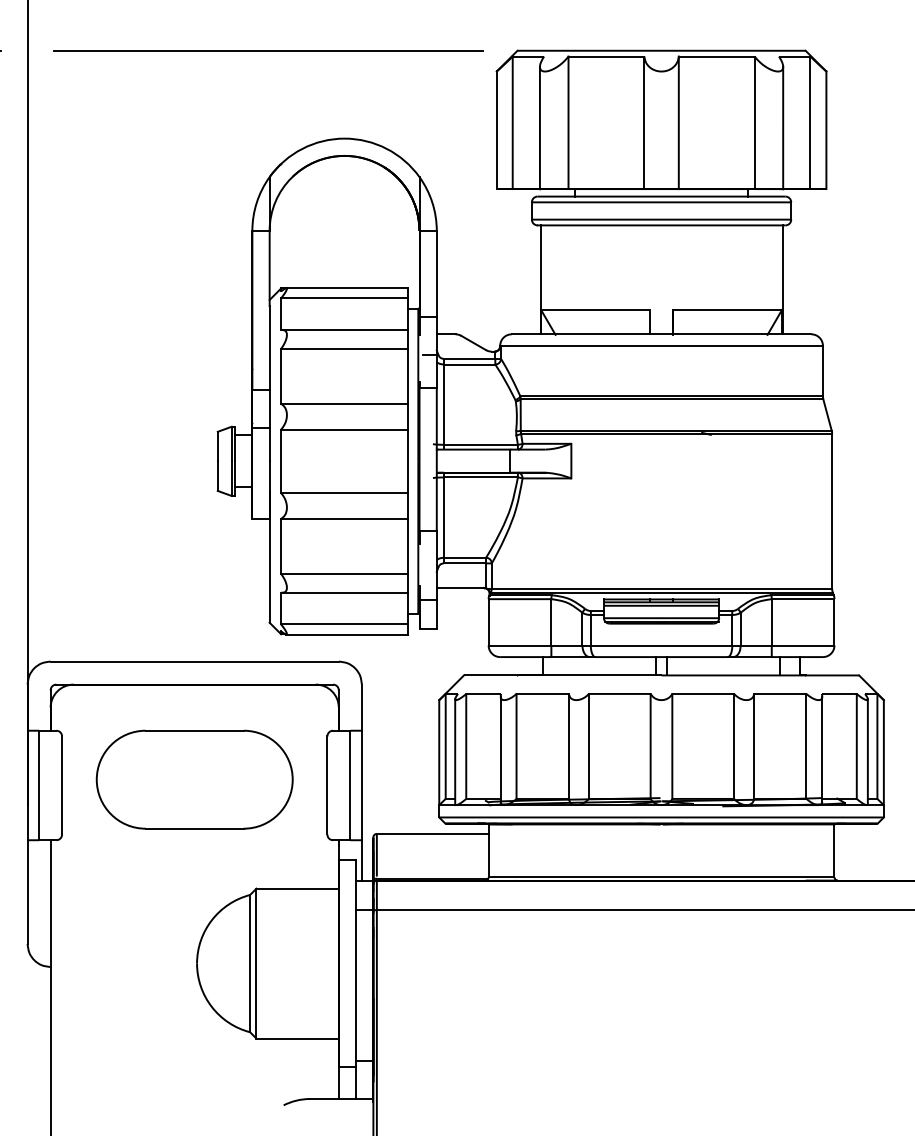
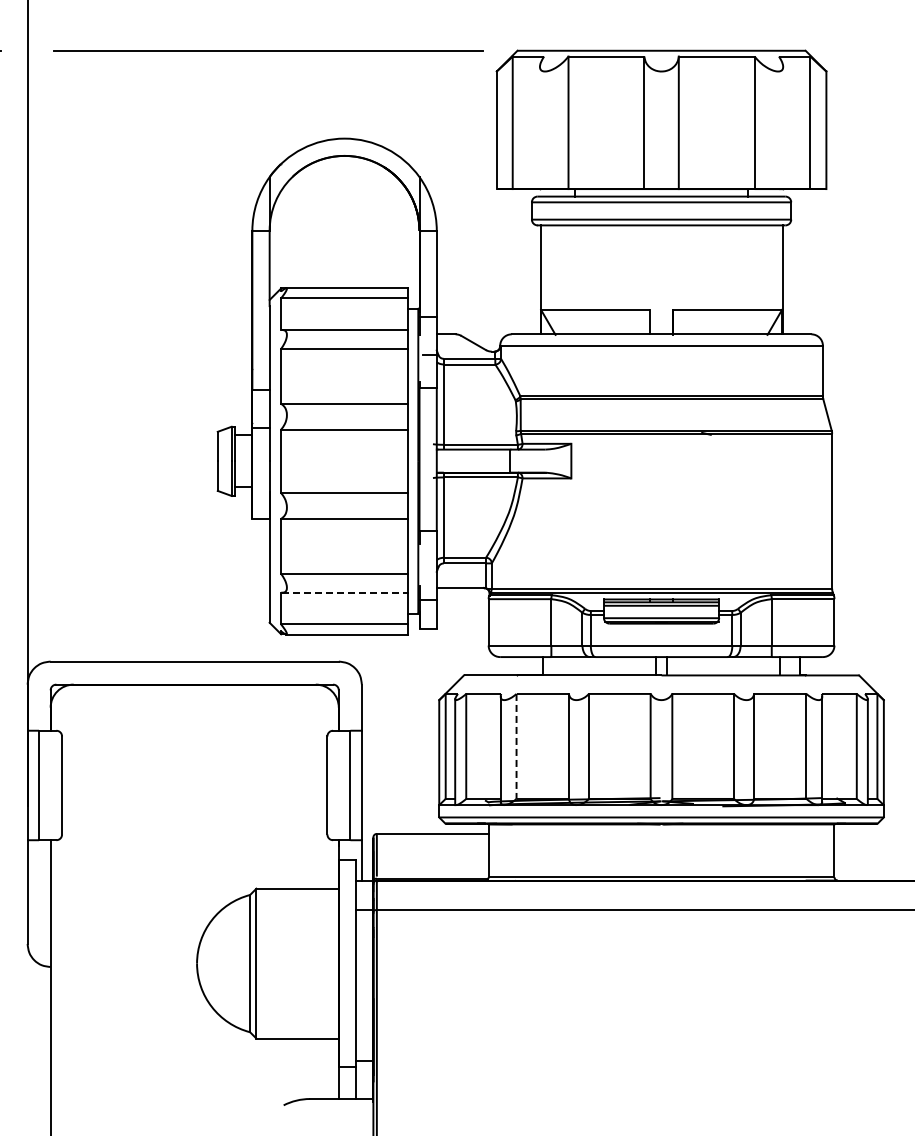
line at (539, 127): present -> none
line at (783, 127): present -> none
line at (345, 592): solid -> dashed
line at (516, 746): solid -> dashed
part at (194, 779): present -> none
